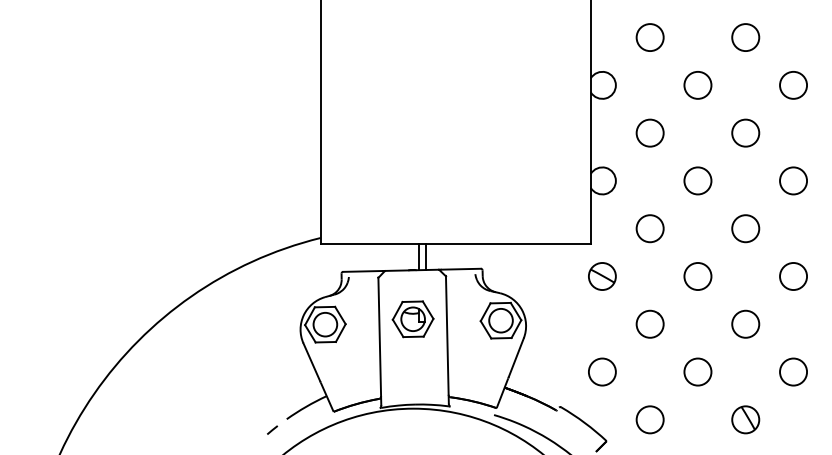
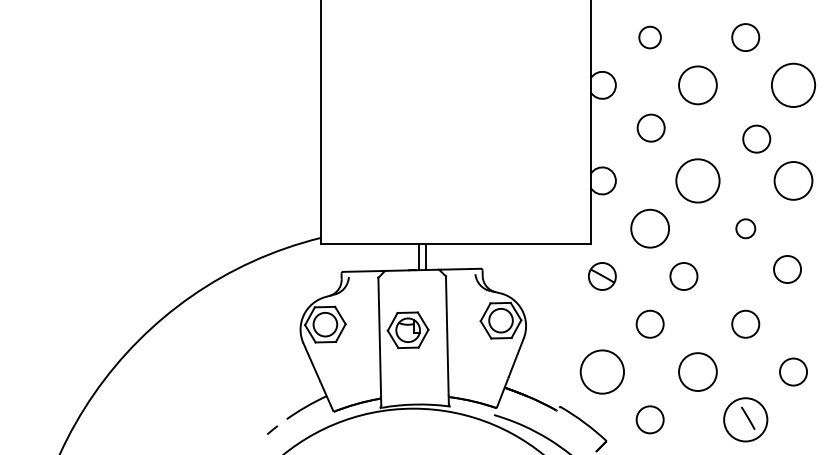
circle at (649, 37) size: 30x29 px -> 24x25 px
circle at (697, 84) diameter: 27 px -> 38 px
circle at (793, 84) diameter: 27 px -> 43 px
circle at (649, 132) position: (649, 132) -> (650, 127)
circle at (745, 132) position: (745, 132) -> (756, 138)
circle at (697, 180) diameter: 27 px -> 43 px
circle at (793, 180) diameter: 27 px -> 38 px
circle at (649, 228) diameter: 27 px -> 38 px
circle at (745, 228) size: 30x30 px -> 22x22 px
circle at (697, 276) position: (697, 276) -> (683, 276)
circle at (793, 276) position: (793, 276) -> (787, 269)
part at (412, 319) position: (412, 319) -> (407, 330)
circle at (601, 371) diameter: 27 px -> 43 px
circle at (697, 371) diameter: 27 px -> 38 px
circle at (745, 419) diameter: 27 px -> 43 px
